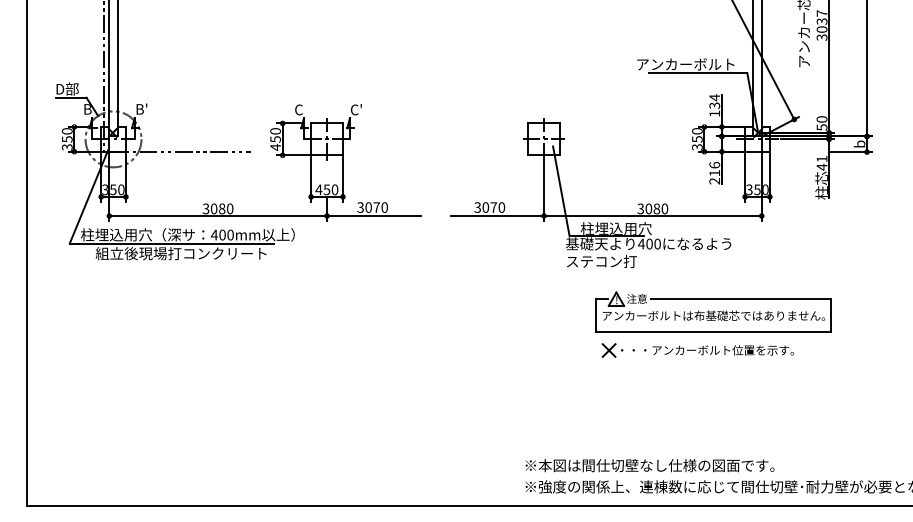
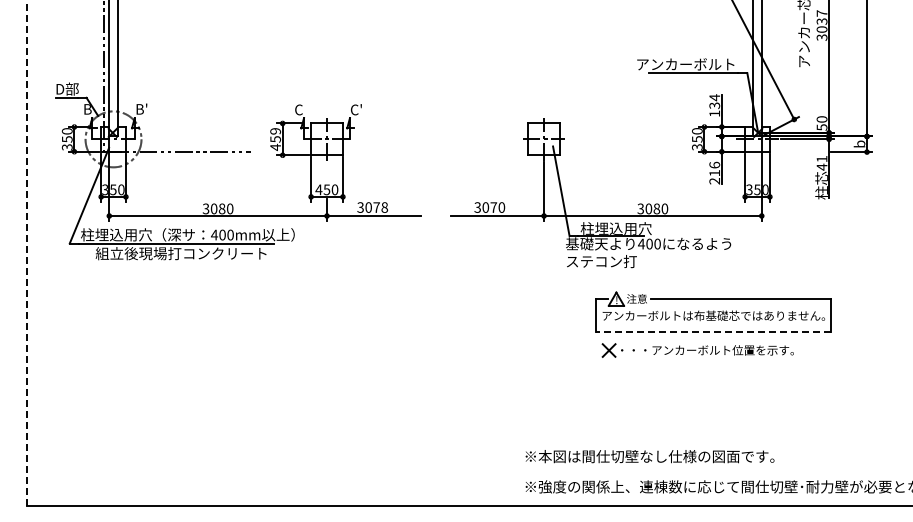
text at (275, 131): 450 -> 459
text at (384, 207): 3070 -> 3078
line at (27, 253): solid -> dashed
line at (713, 331): solid -> dashed
text at (649, 465) position: (649, 465) -> (649, 456)
